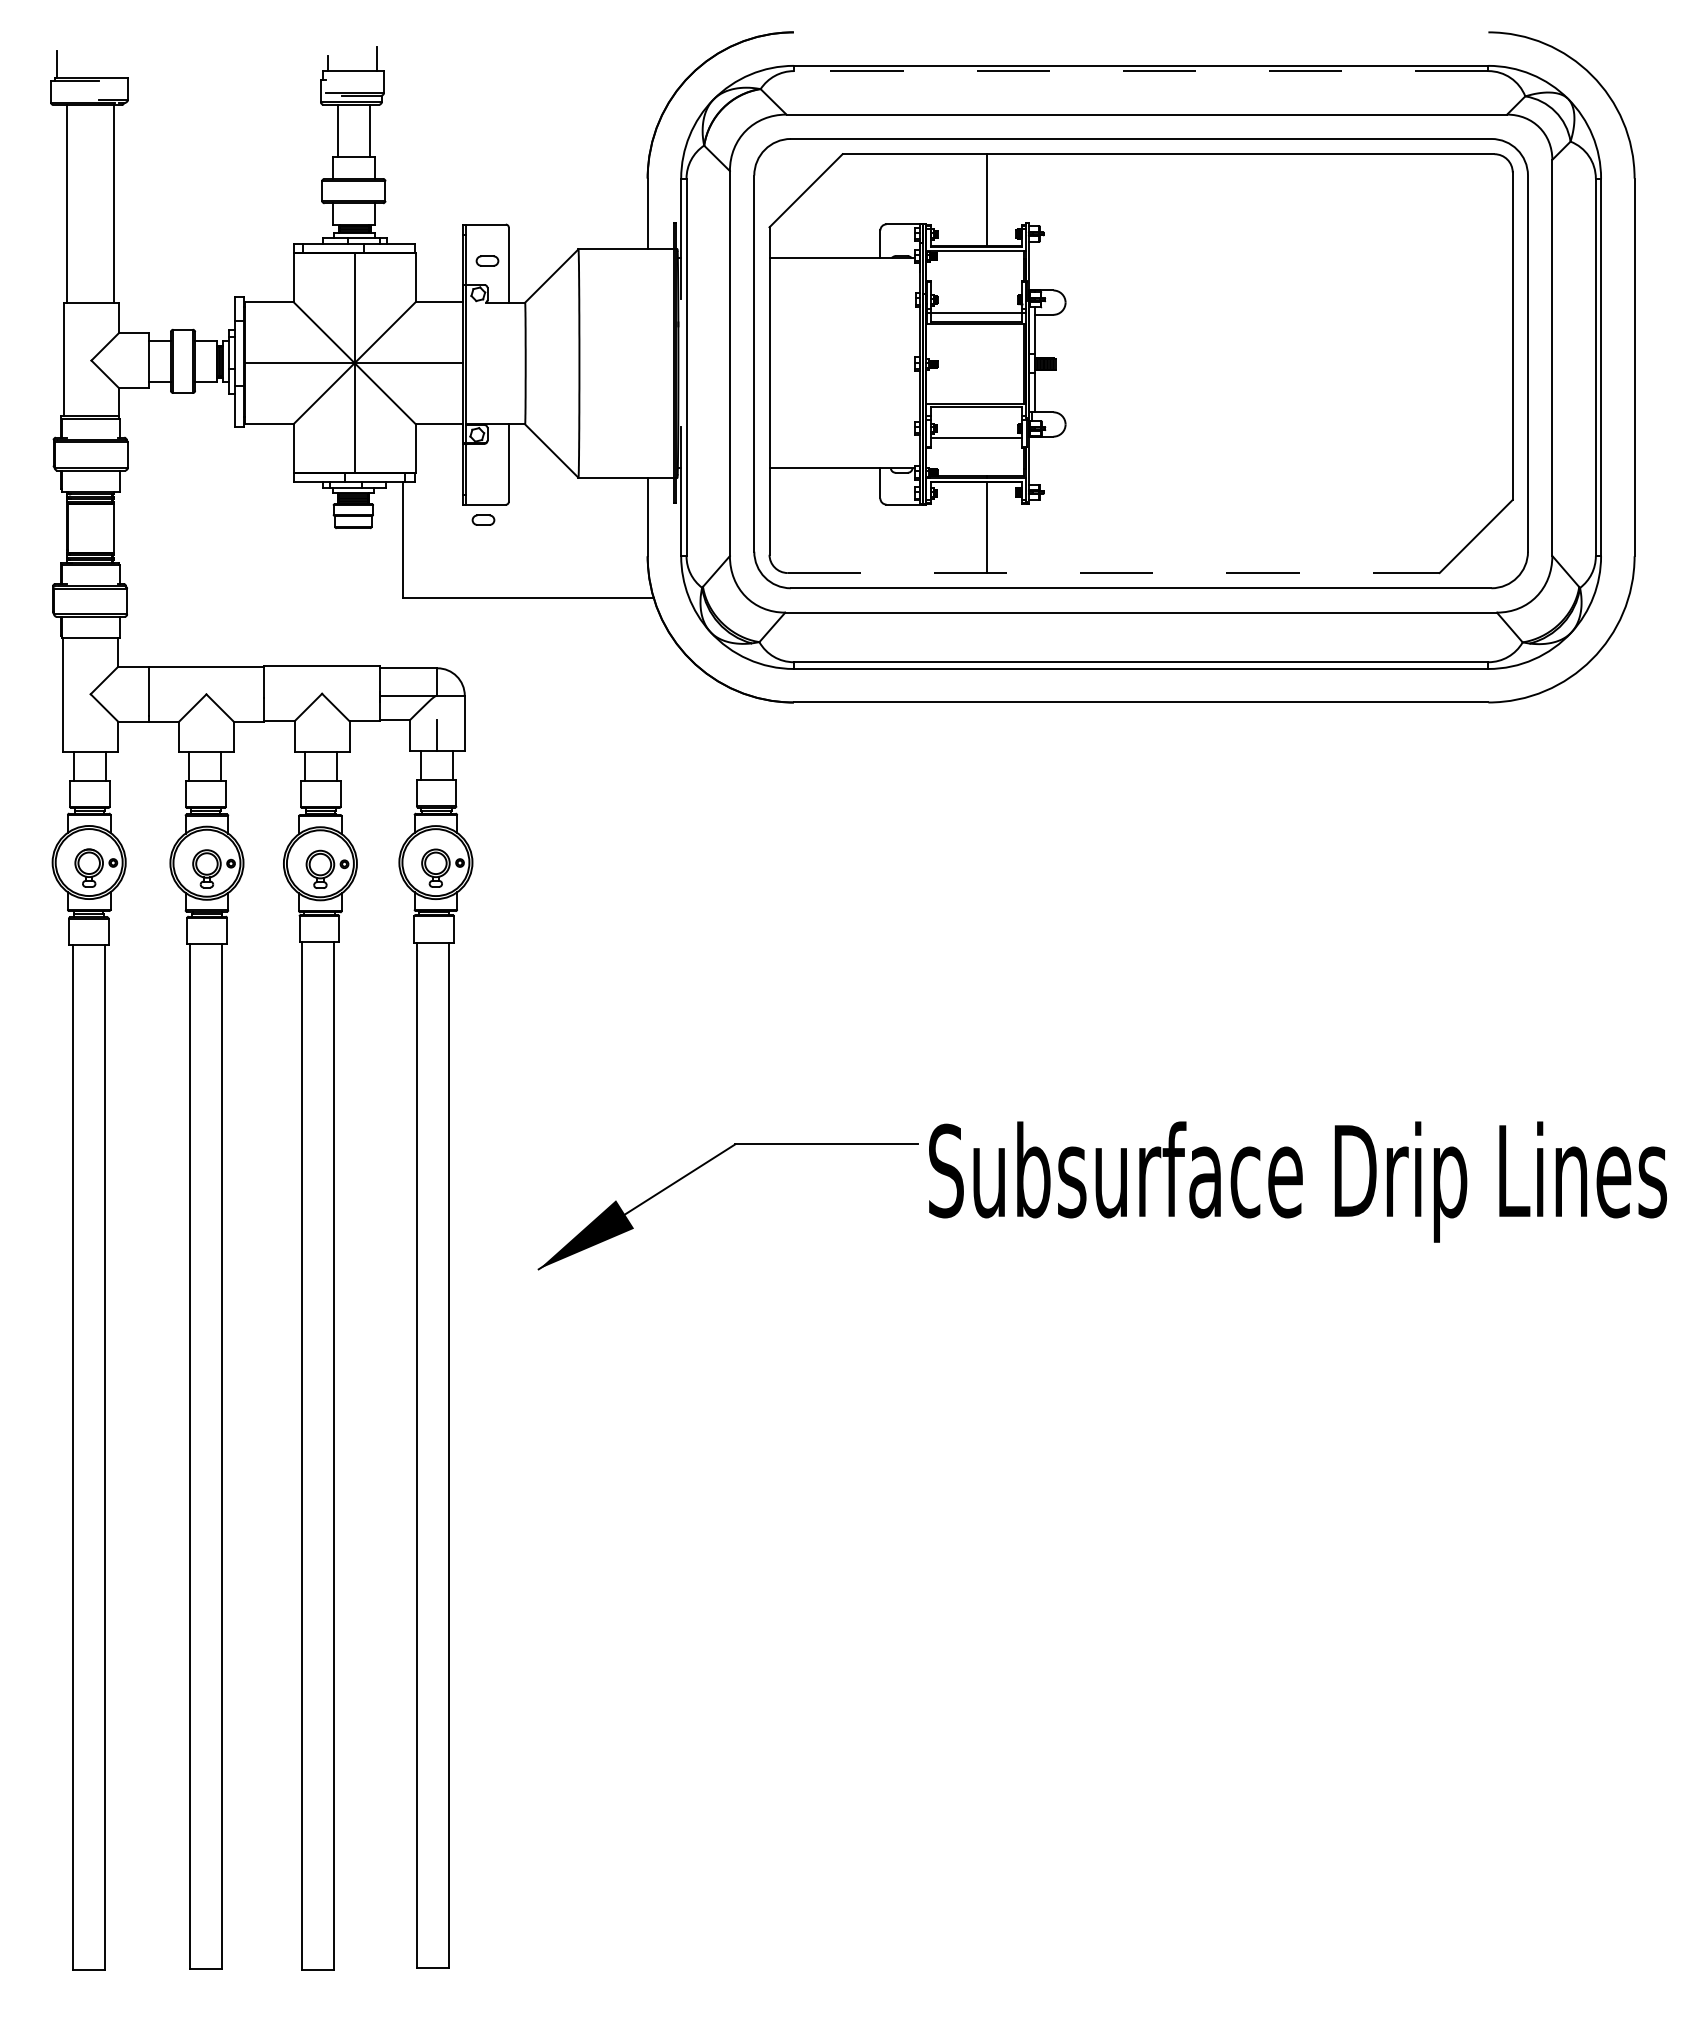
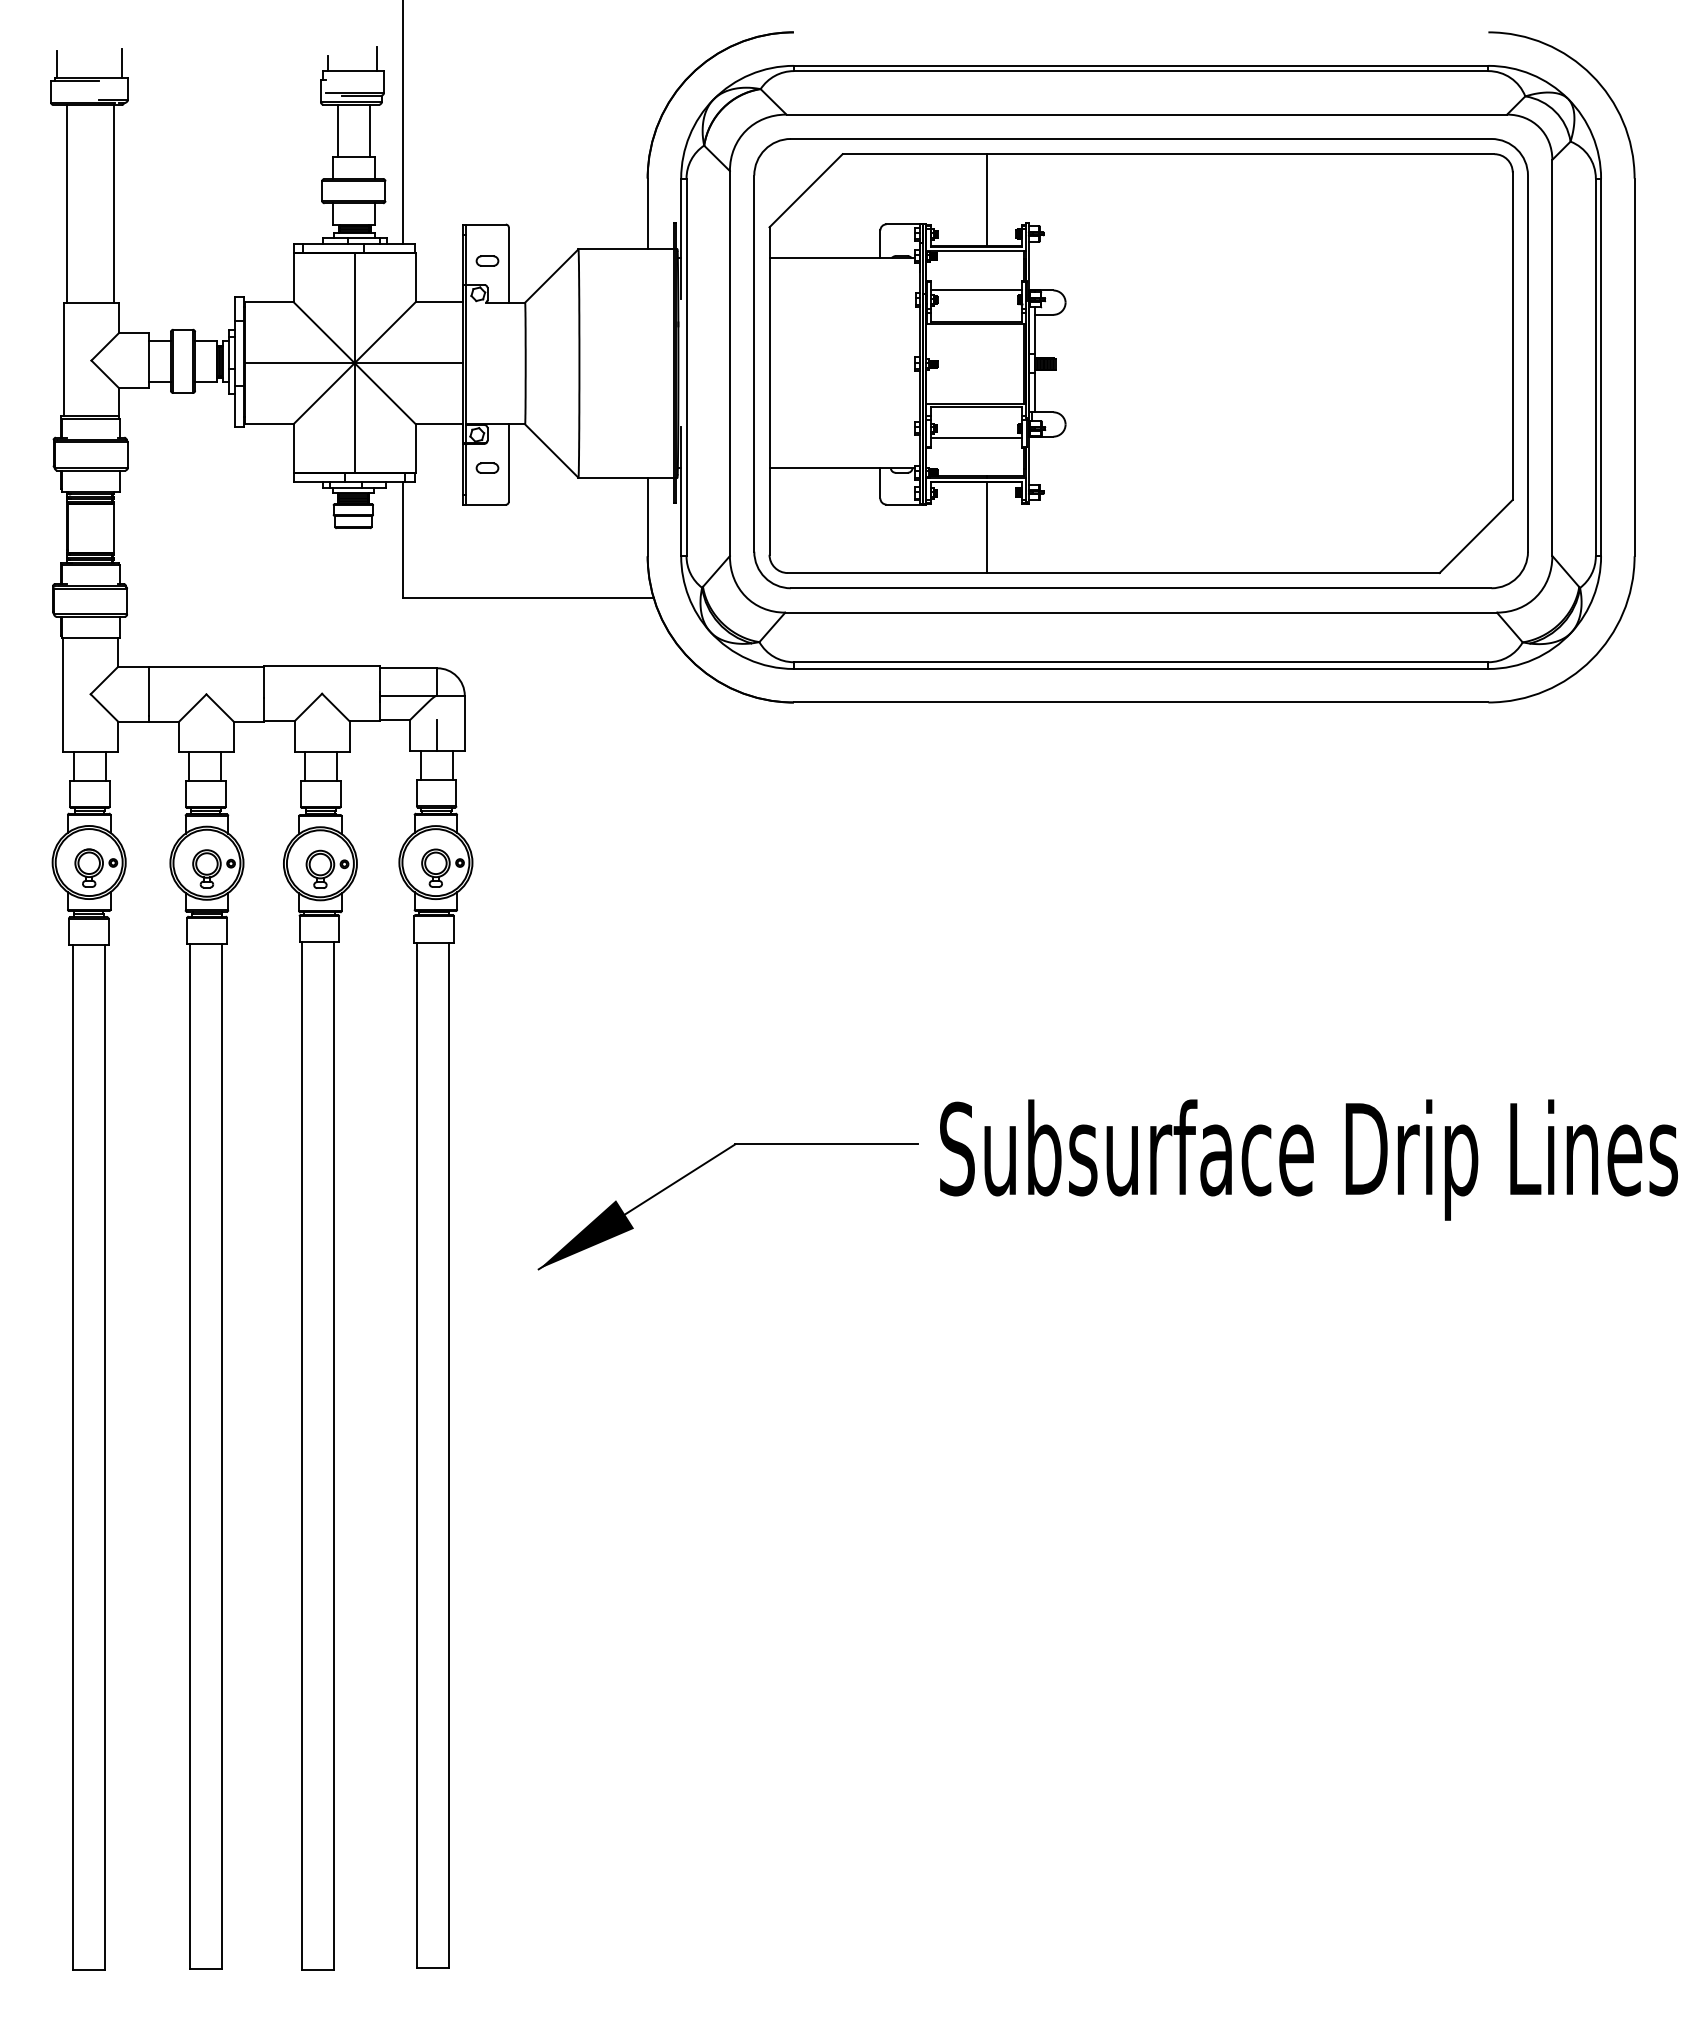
line at (121, 63): none -> present
line at (1140, 71): dashed -> solid
line at (402, 122): none -> present
line at (976, 312) position: (976, 312) -> (976, 289)
part at (483, 519) position: (483, 519) -> (487, 467)
line at (1113, 573): dashed -> solid
text at (1297, 1181) position: (1297, 1181) -> (1308, 1159)
